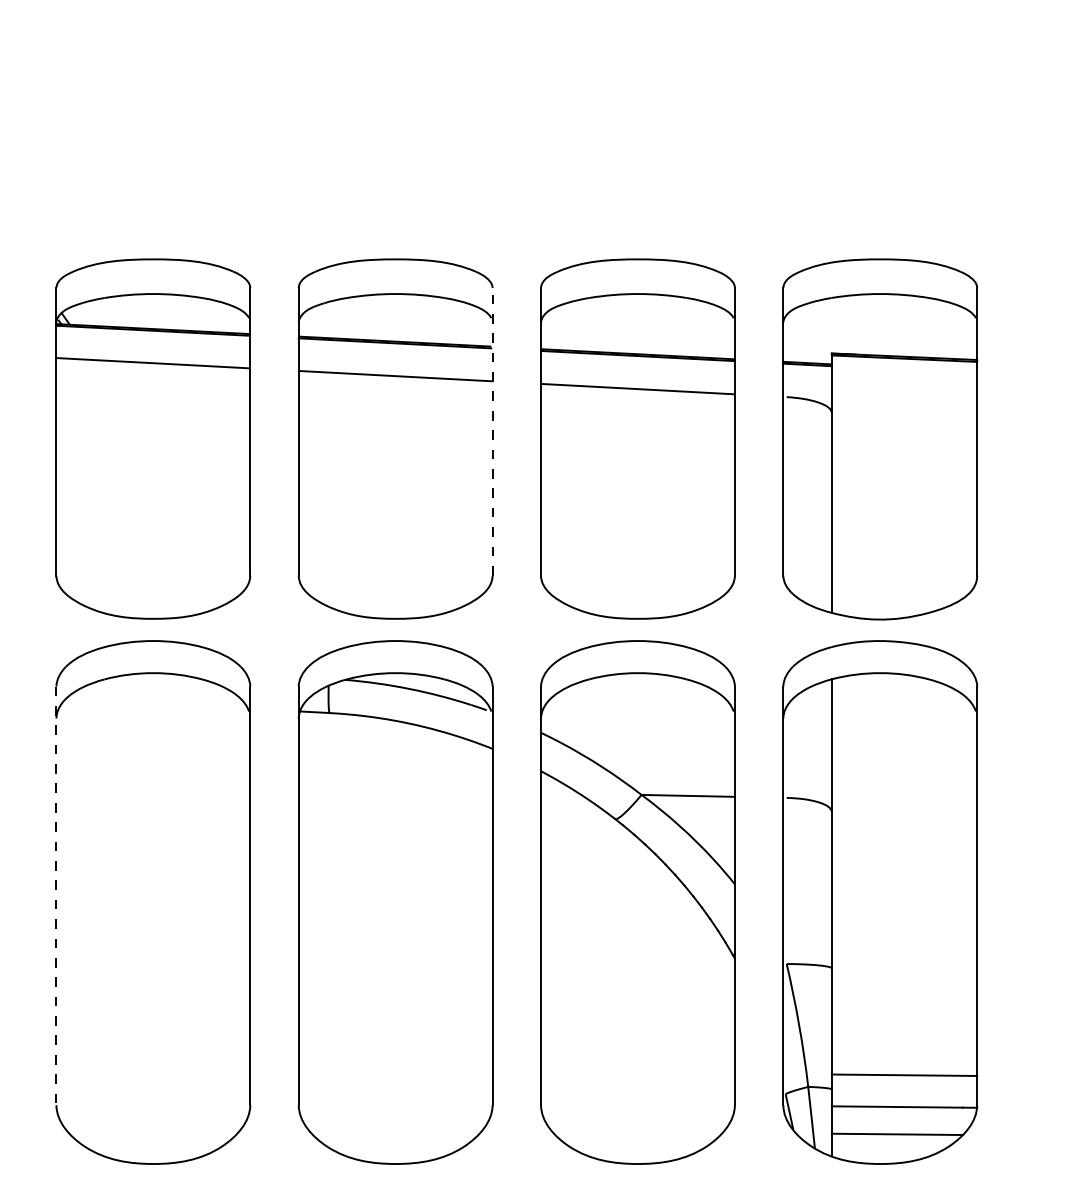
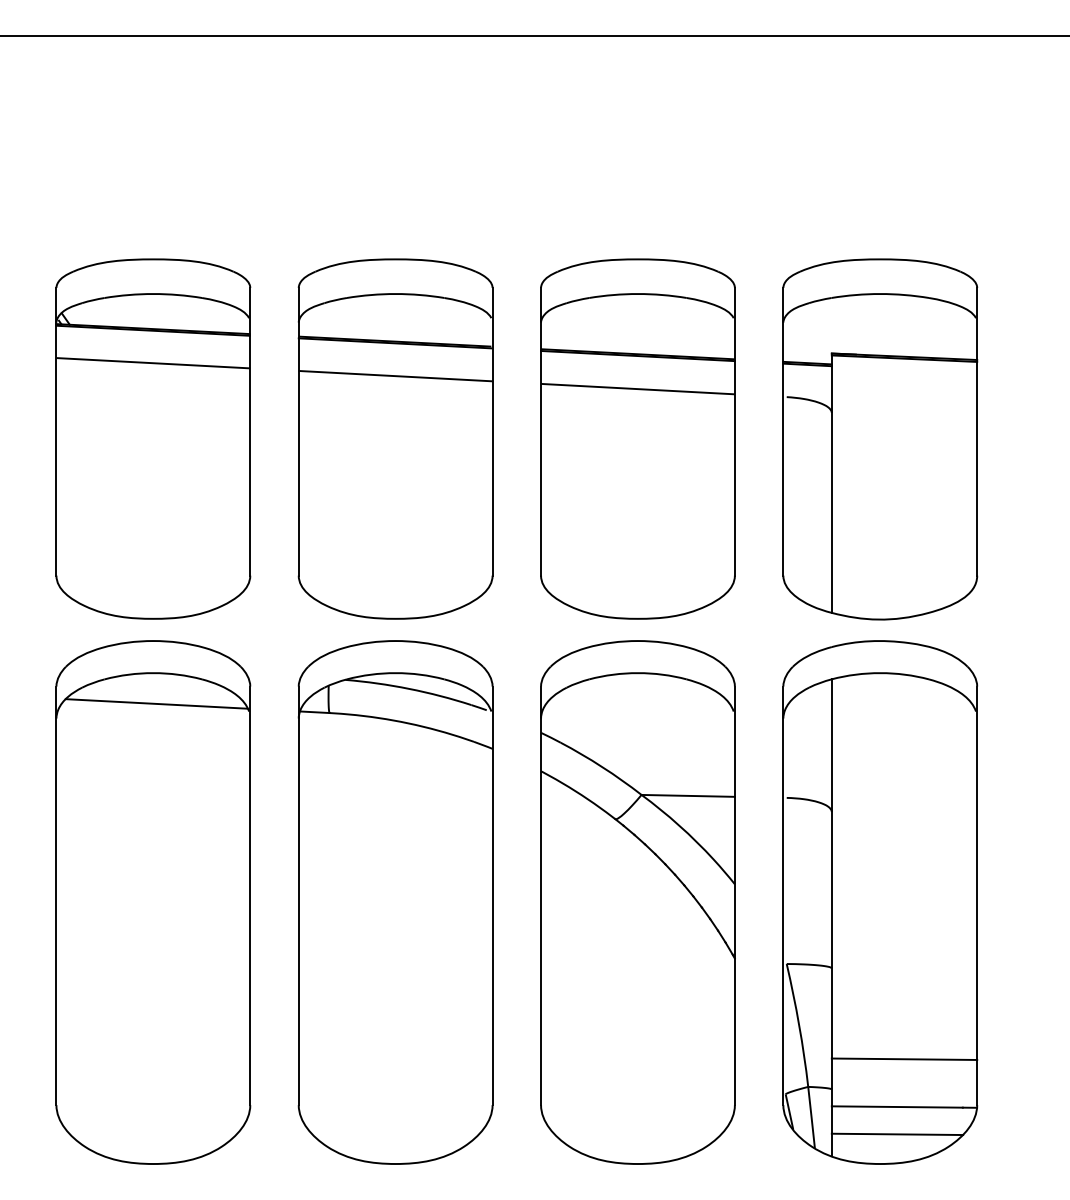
line at (534, 35): none -> present
line at (492, 431): dashed -> solid
line at (156, 703): none -> present
line at (56, 896): dashed -> solid
line at (904, 1074) position: (904, 1074) -> (904, 1058)
